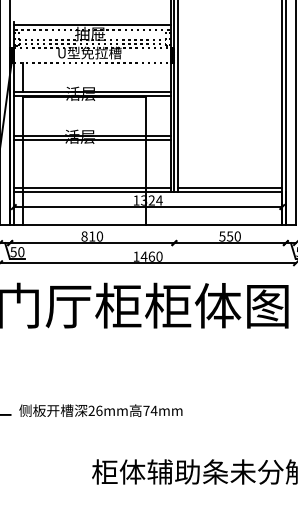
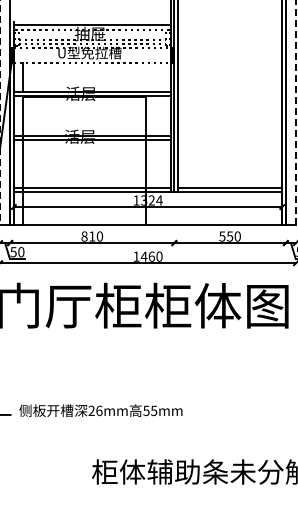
line at (0, 112): solid -> dashed
line at (296, 112): solid -> dashed
text at (150, 410): 74mm -> 55mm
